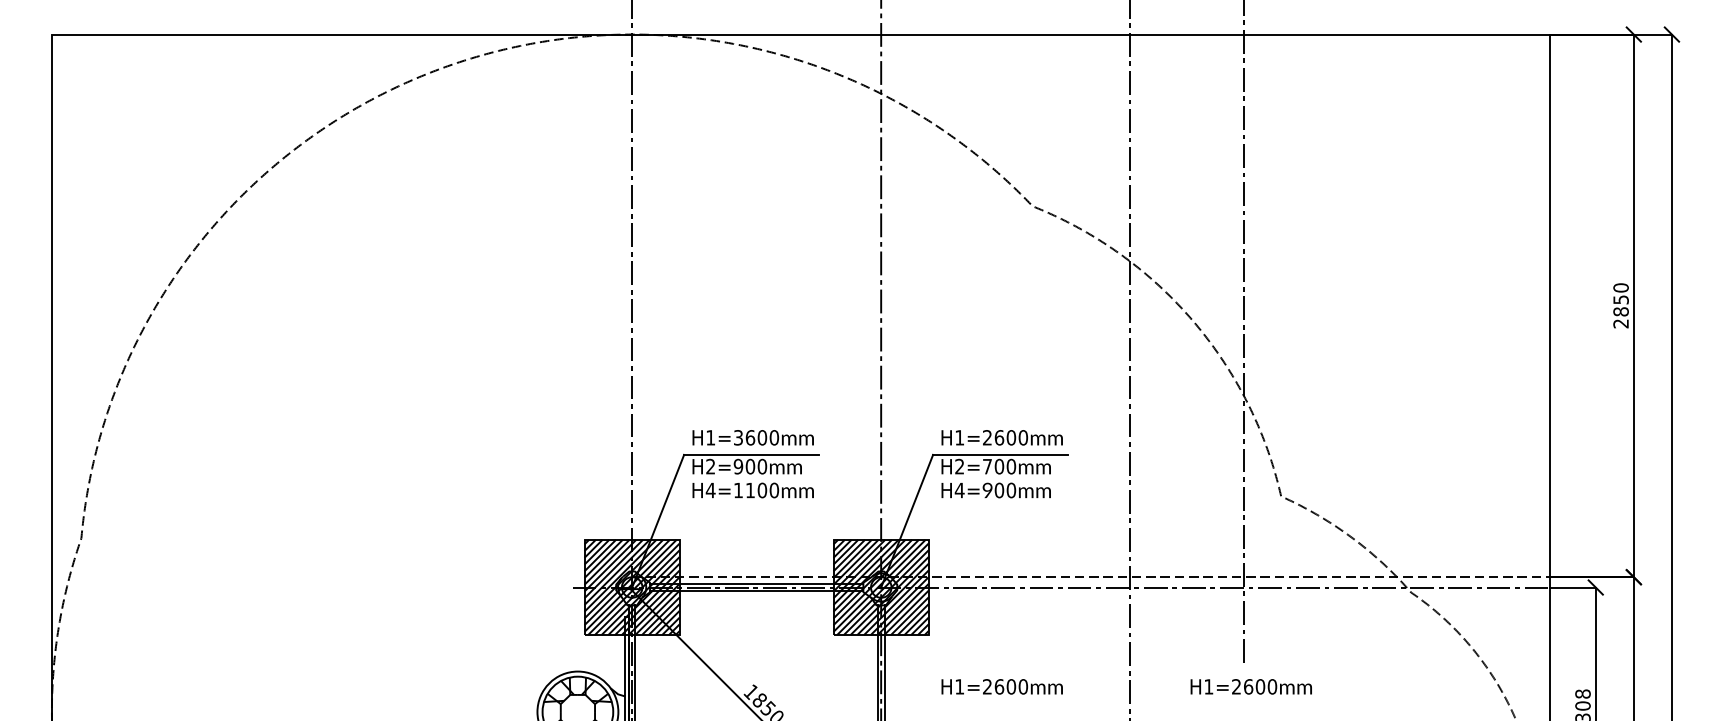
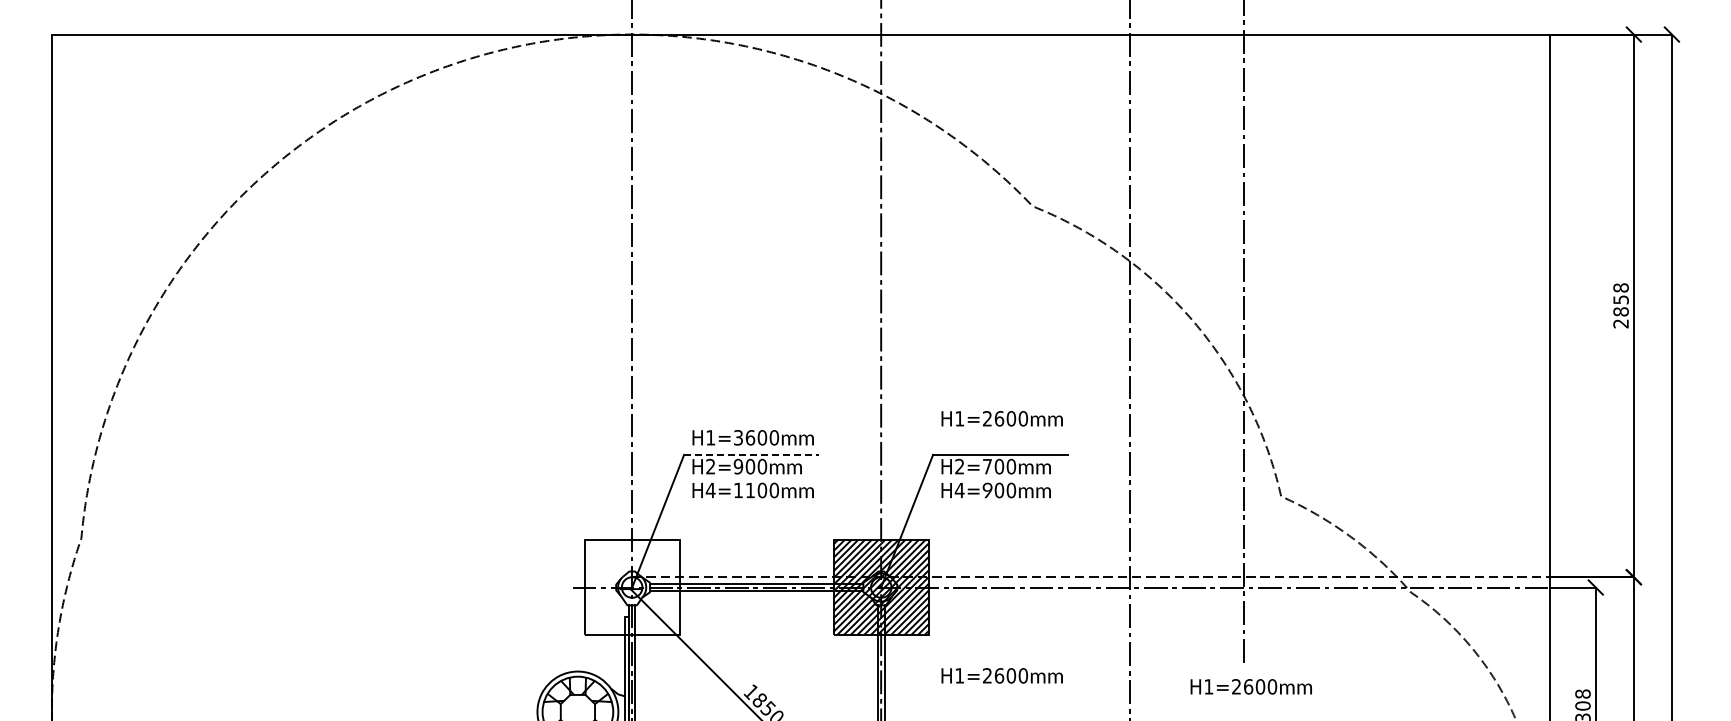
text at (1620, 287): 2850 -> 2858
text at (1001, 437) position: (1001, 437) -> (1001, 418)
line at (751, 454): solid -> dashed
hatch at (631, 587): present -> none
text at (1001, 686) position: (1001, 686) -> (1001, 675)
